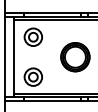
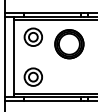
part at (75, 57) position: (75, 57) -> (69, 44)
